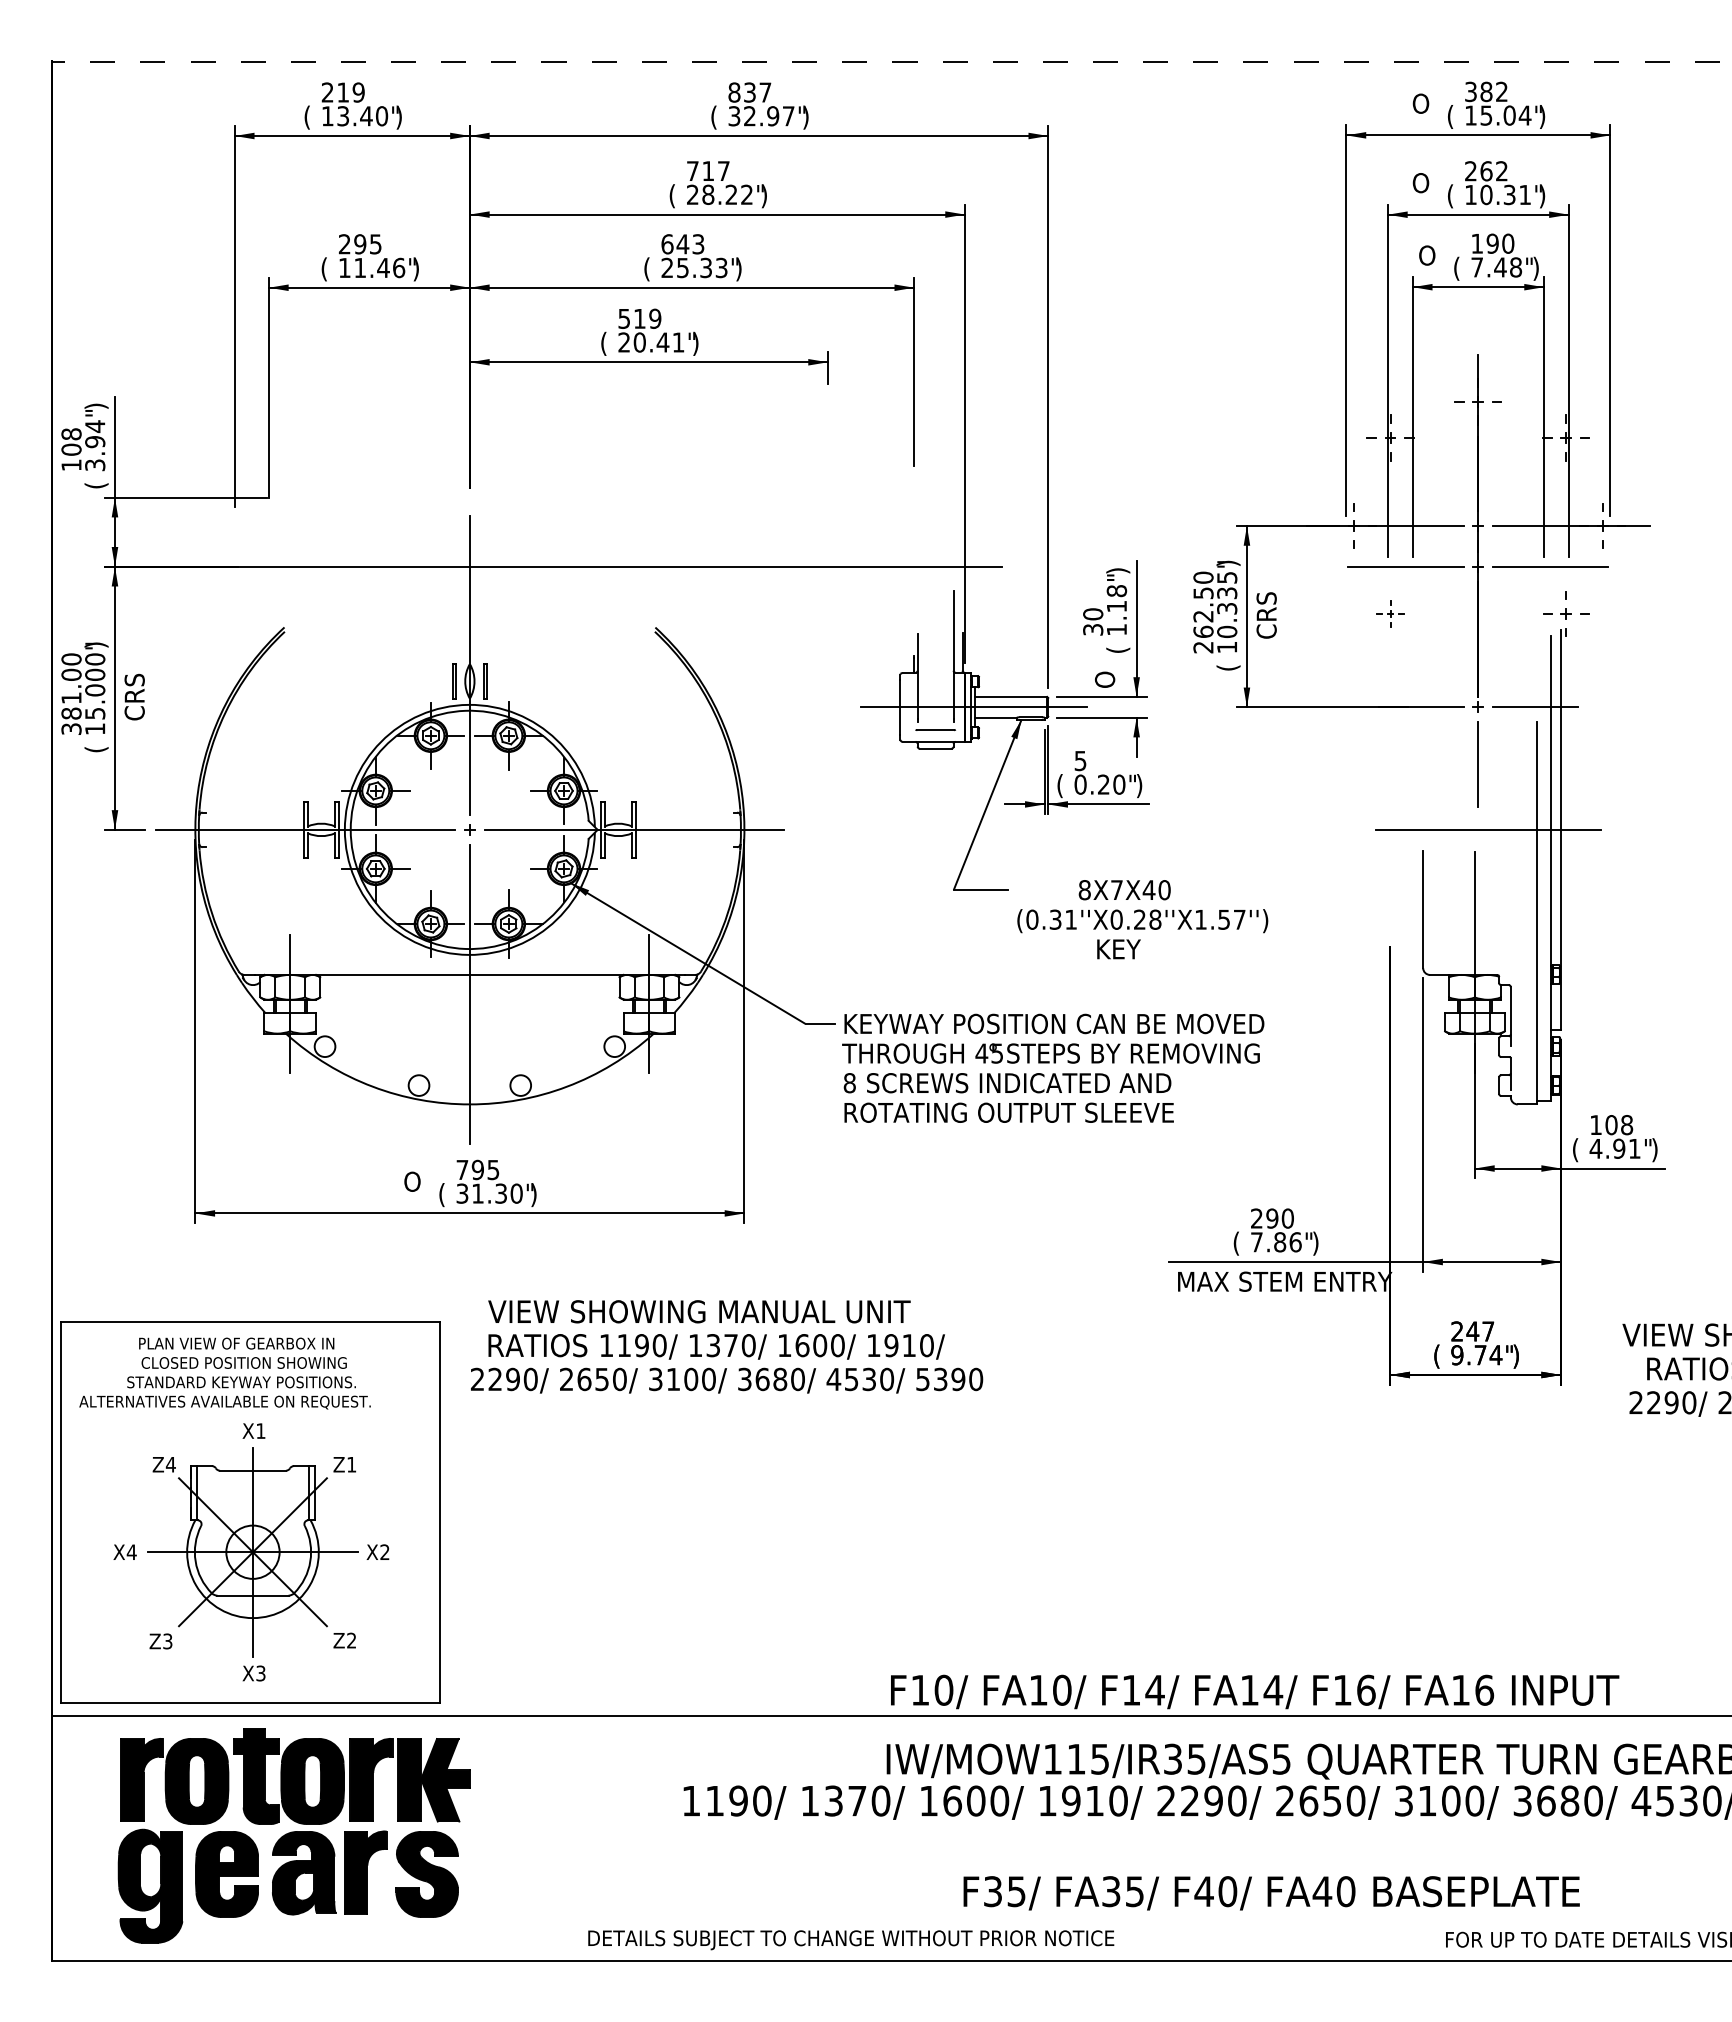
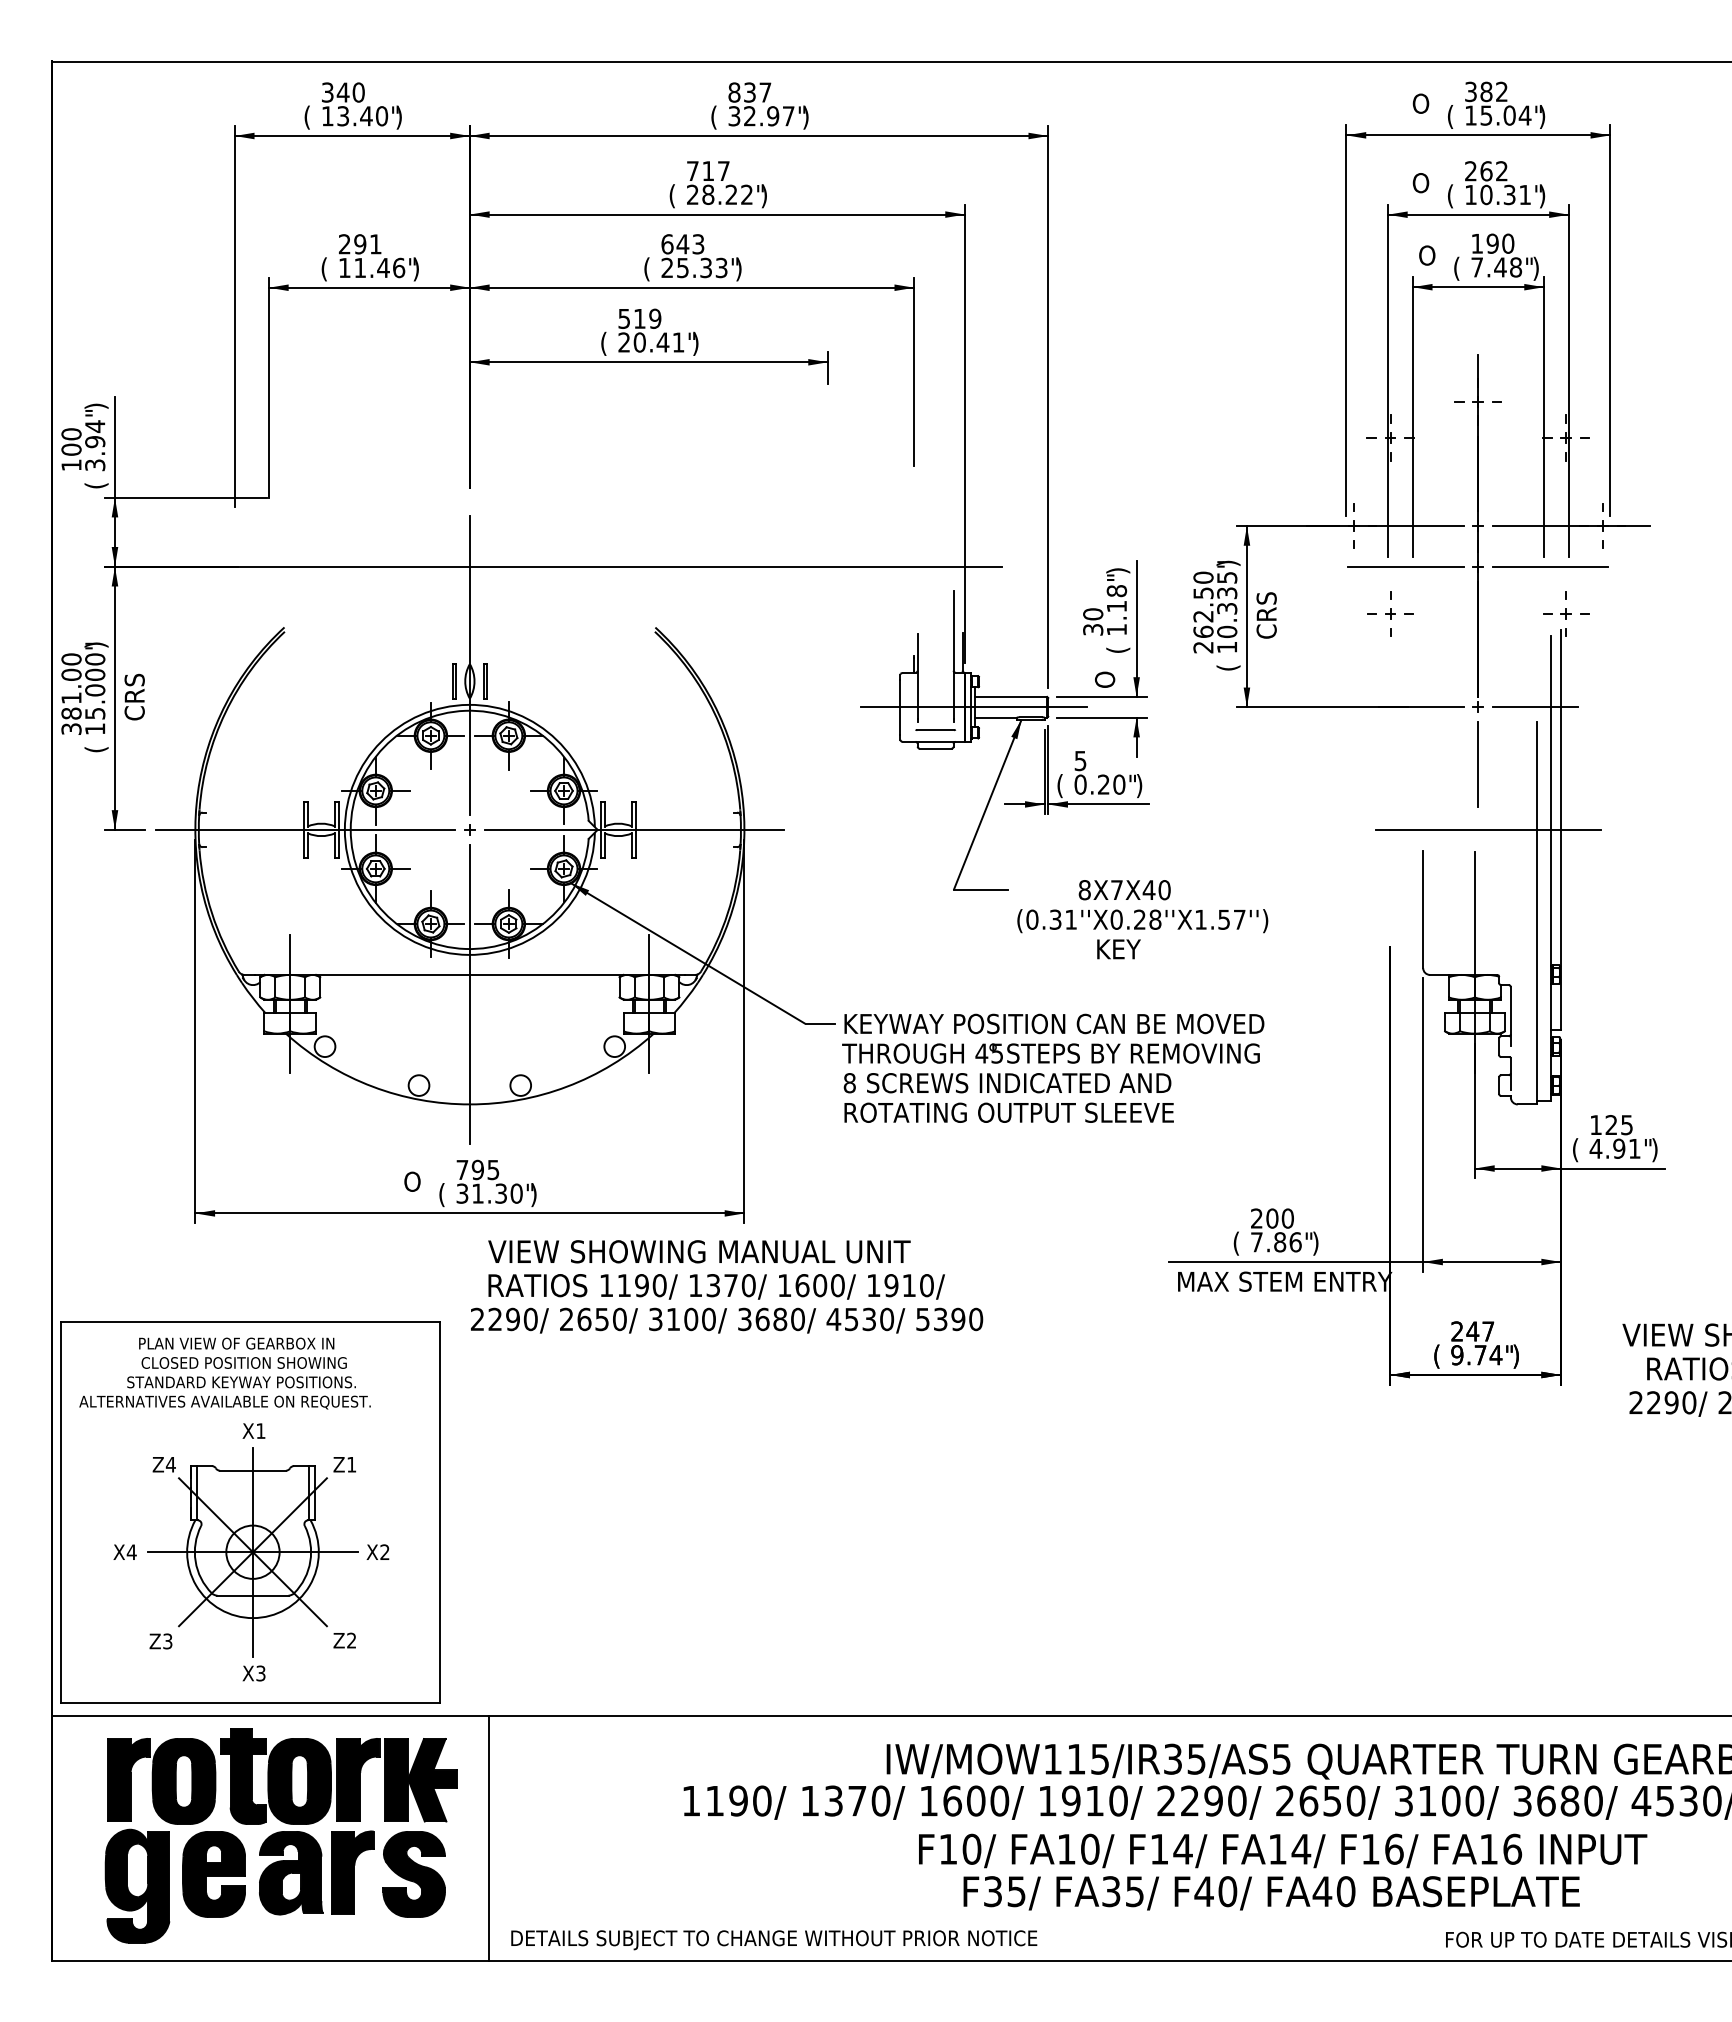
line at (891, 61): dashed -> solid
text at (343, 92): 219 -> 340
text at (375, 244): 295 -> 291
text at (71, 434): 108 -> 100
part at (1390, 613) size: 29x28 px -> 47x46 px
text at (1619, 1125): 108 -> 125
text at (1272, 1218): 290 -> 200
text at (727, 1346) position: (727, 1346) -> (727, 1286)
text at (1255, 1691) position: (1255, 1691) -> (1283, 1850)
part at (293, 1835) position: (293, 1835) -> (280, 1835)
line at (488, 1838): none -> present
text at (851, 1940) position: (851, 1940) -> (774, 1940)
